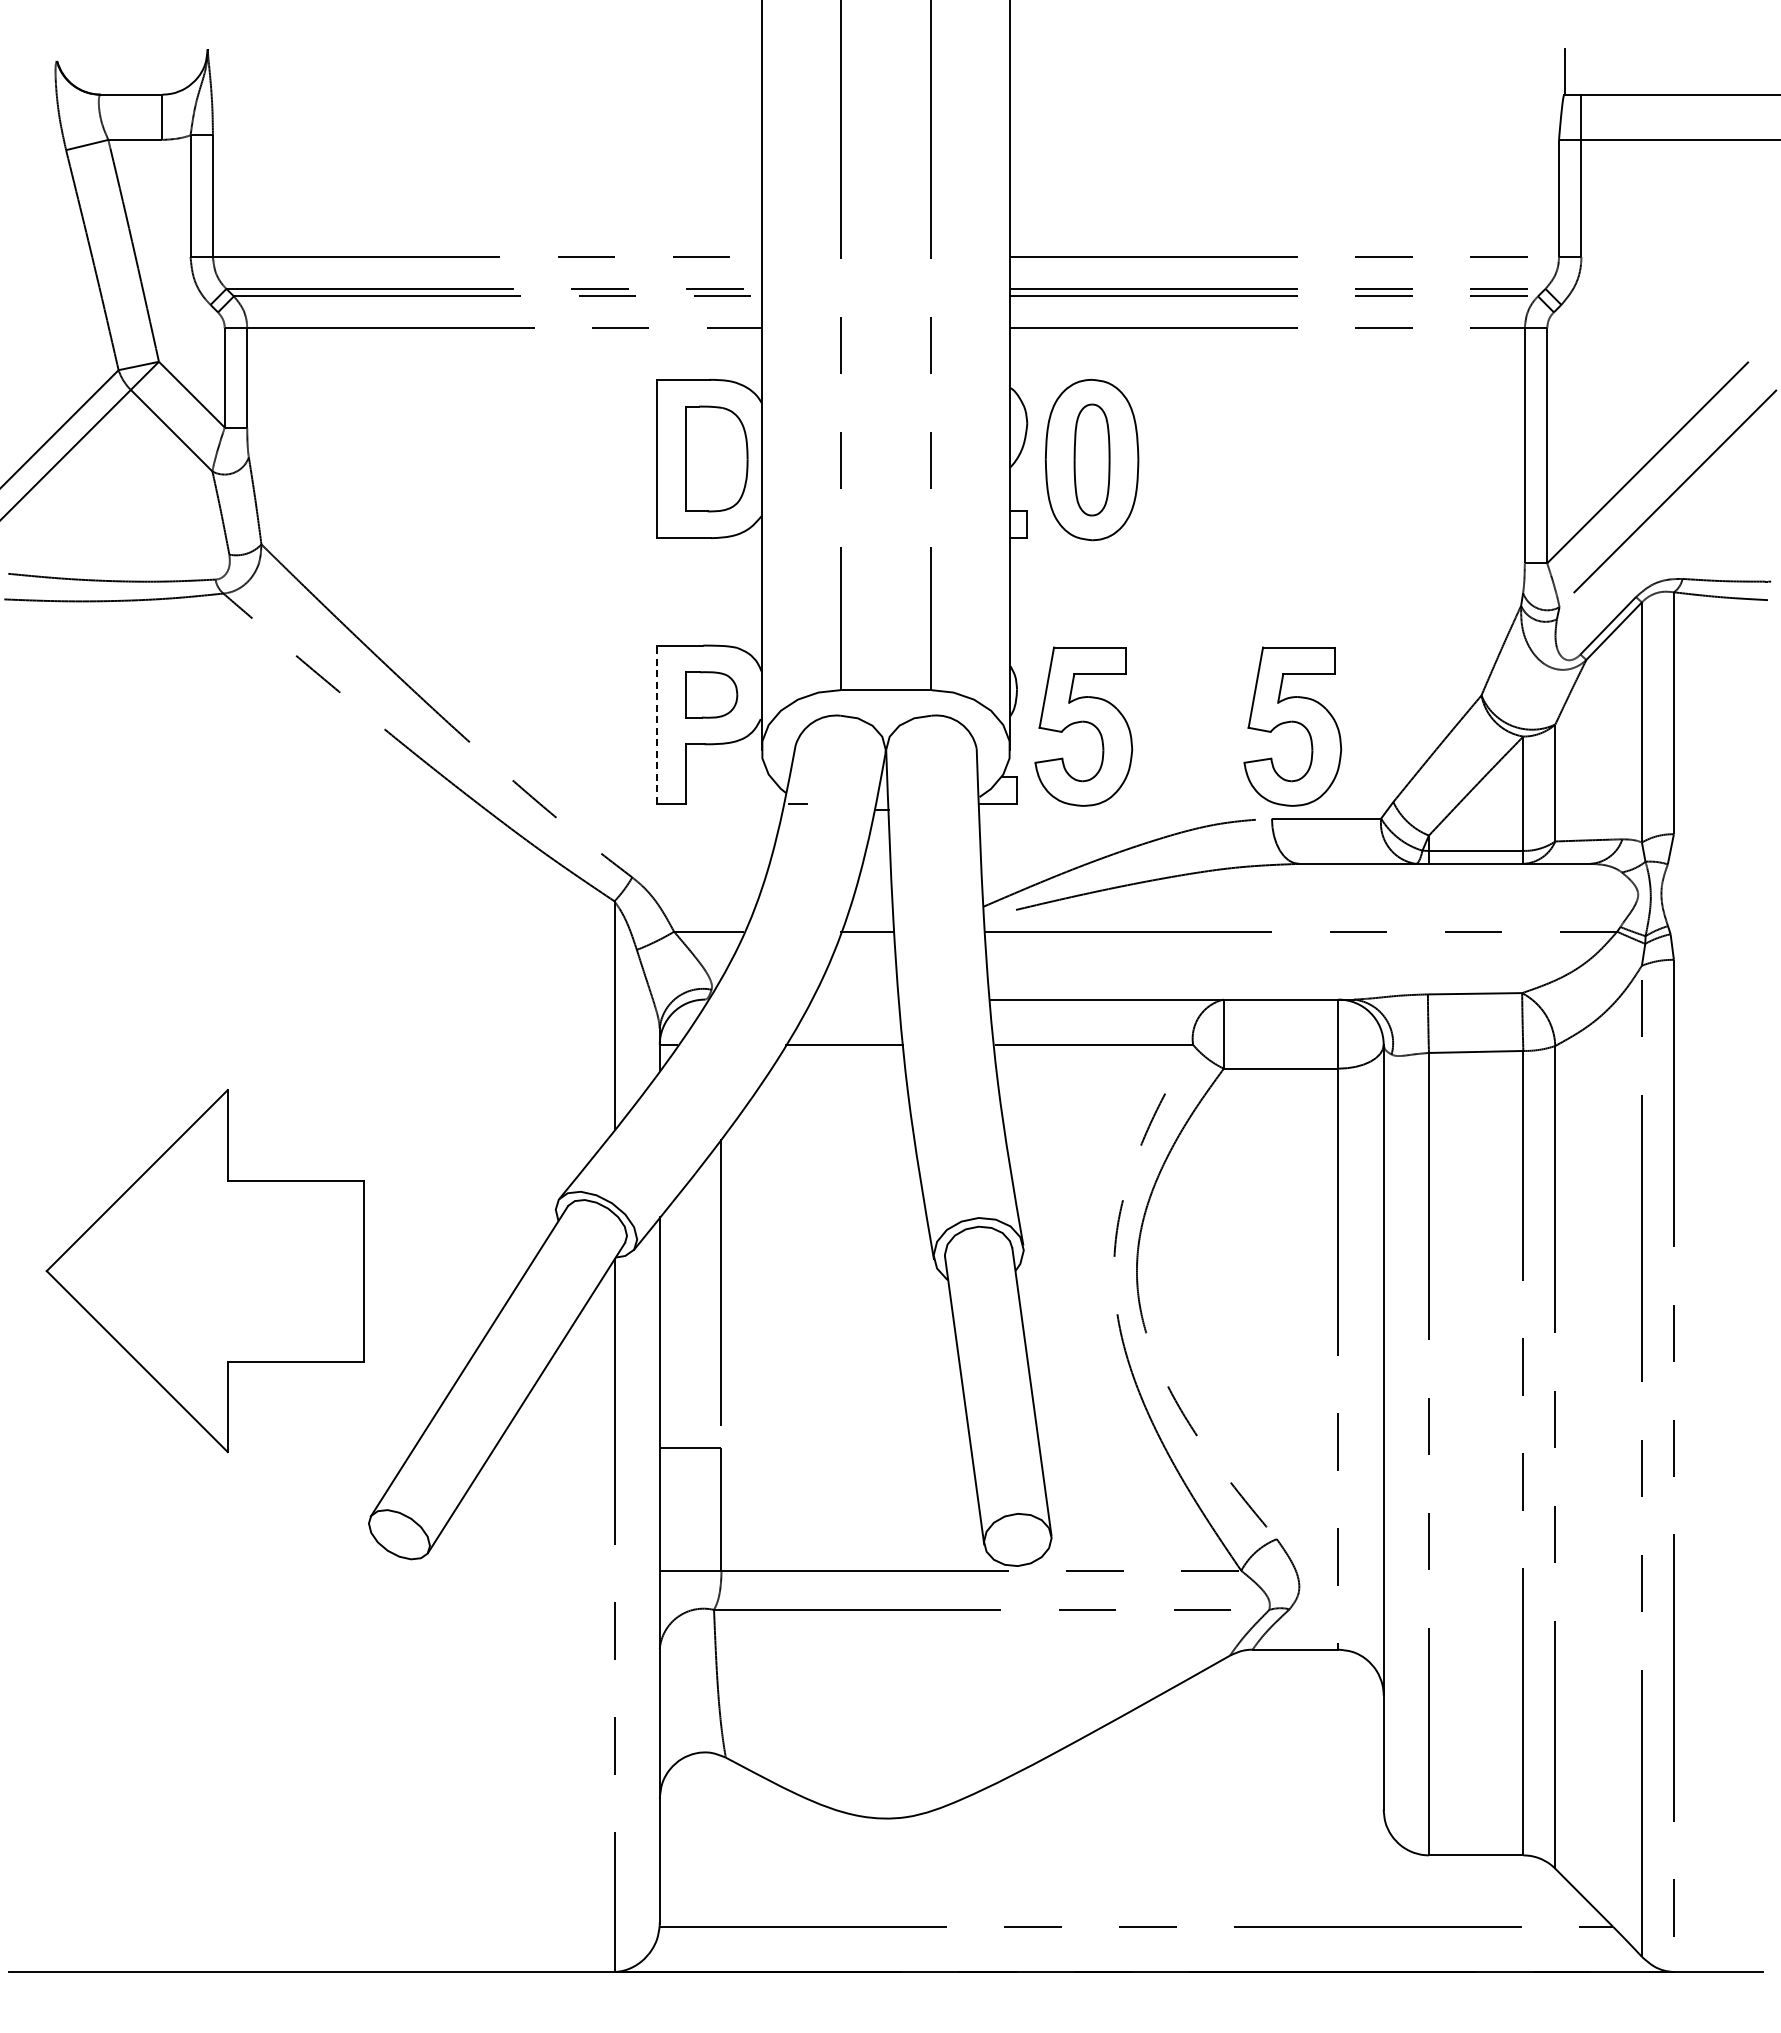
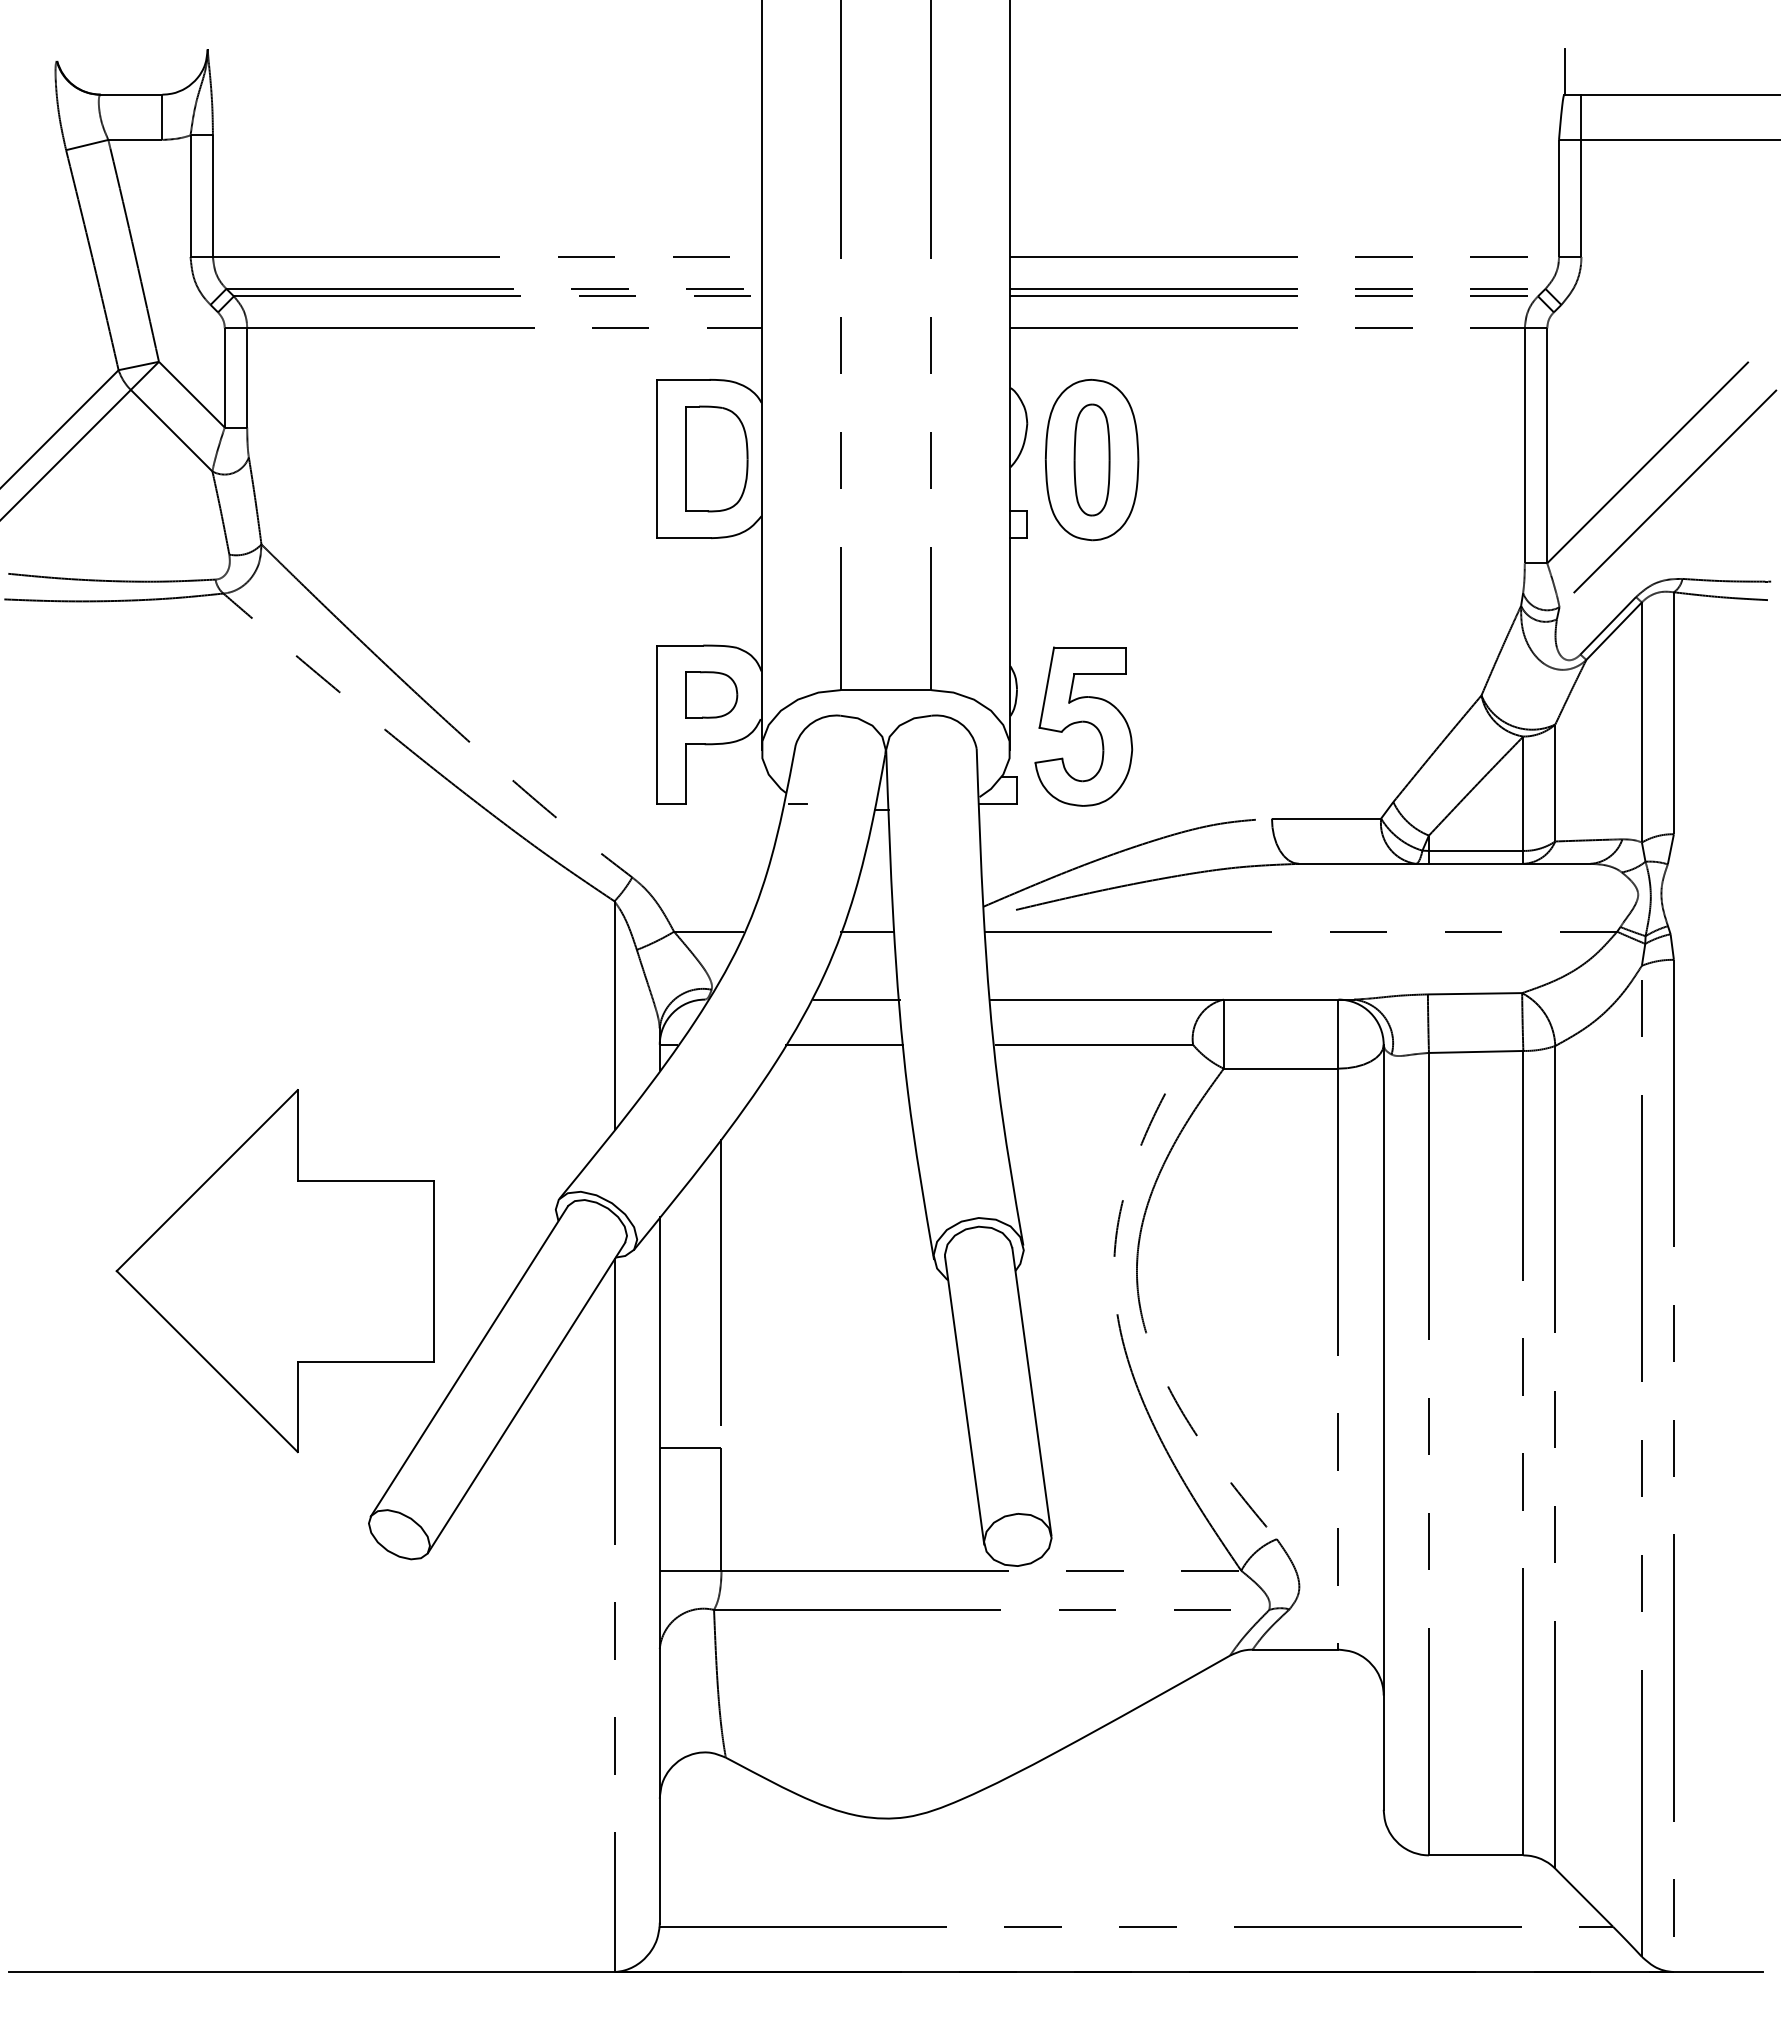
line at (657, 724): dashed -> solid
part at (1292, 726): present -> none
line at (856, 999): none -> present
part at (204, 1271) position: (204, 1271) -> (274, 1271)
